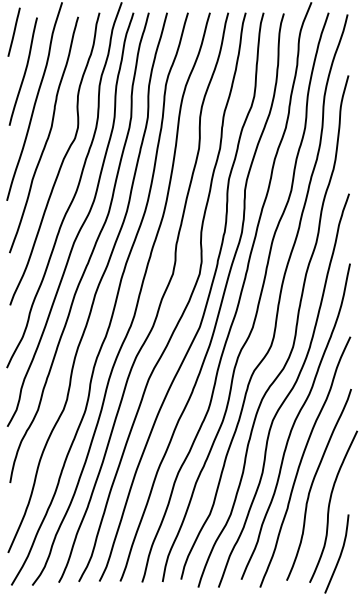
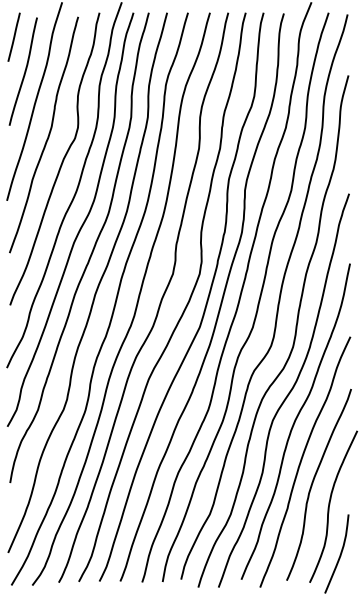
line at (13, 31) position: (13, 31) -> (13, 36)
